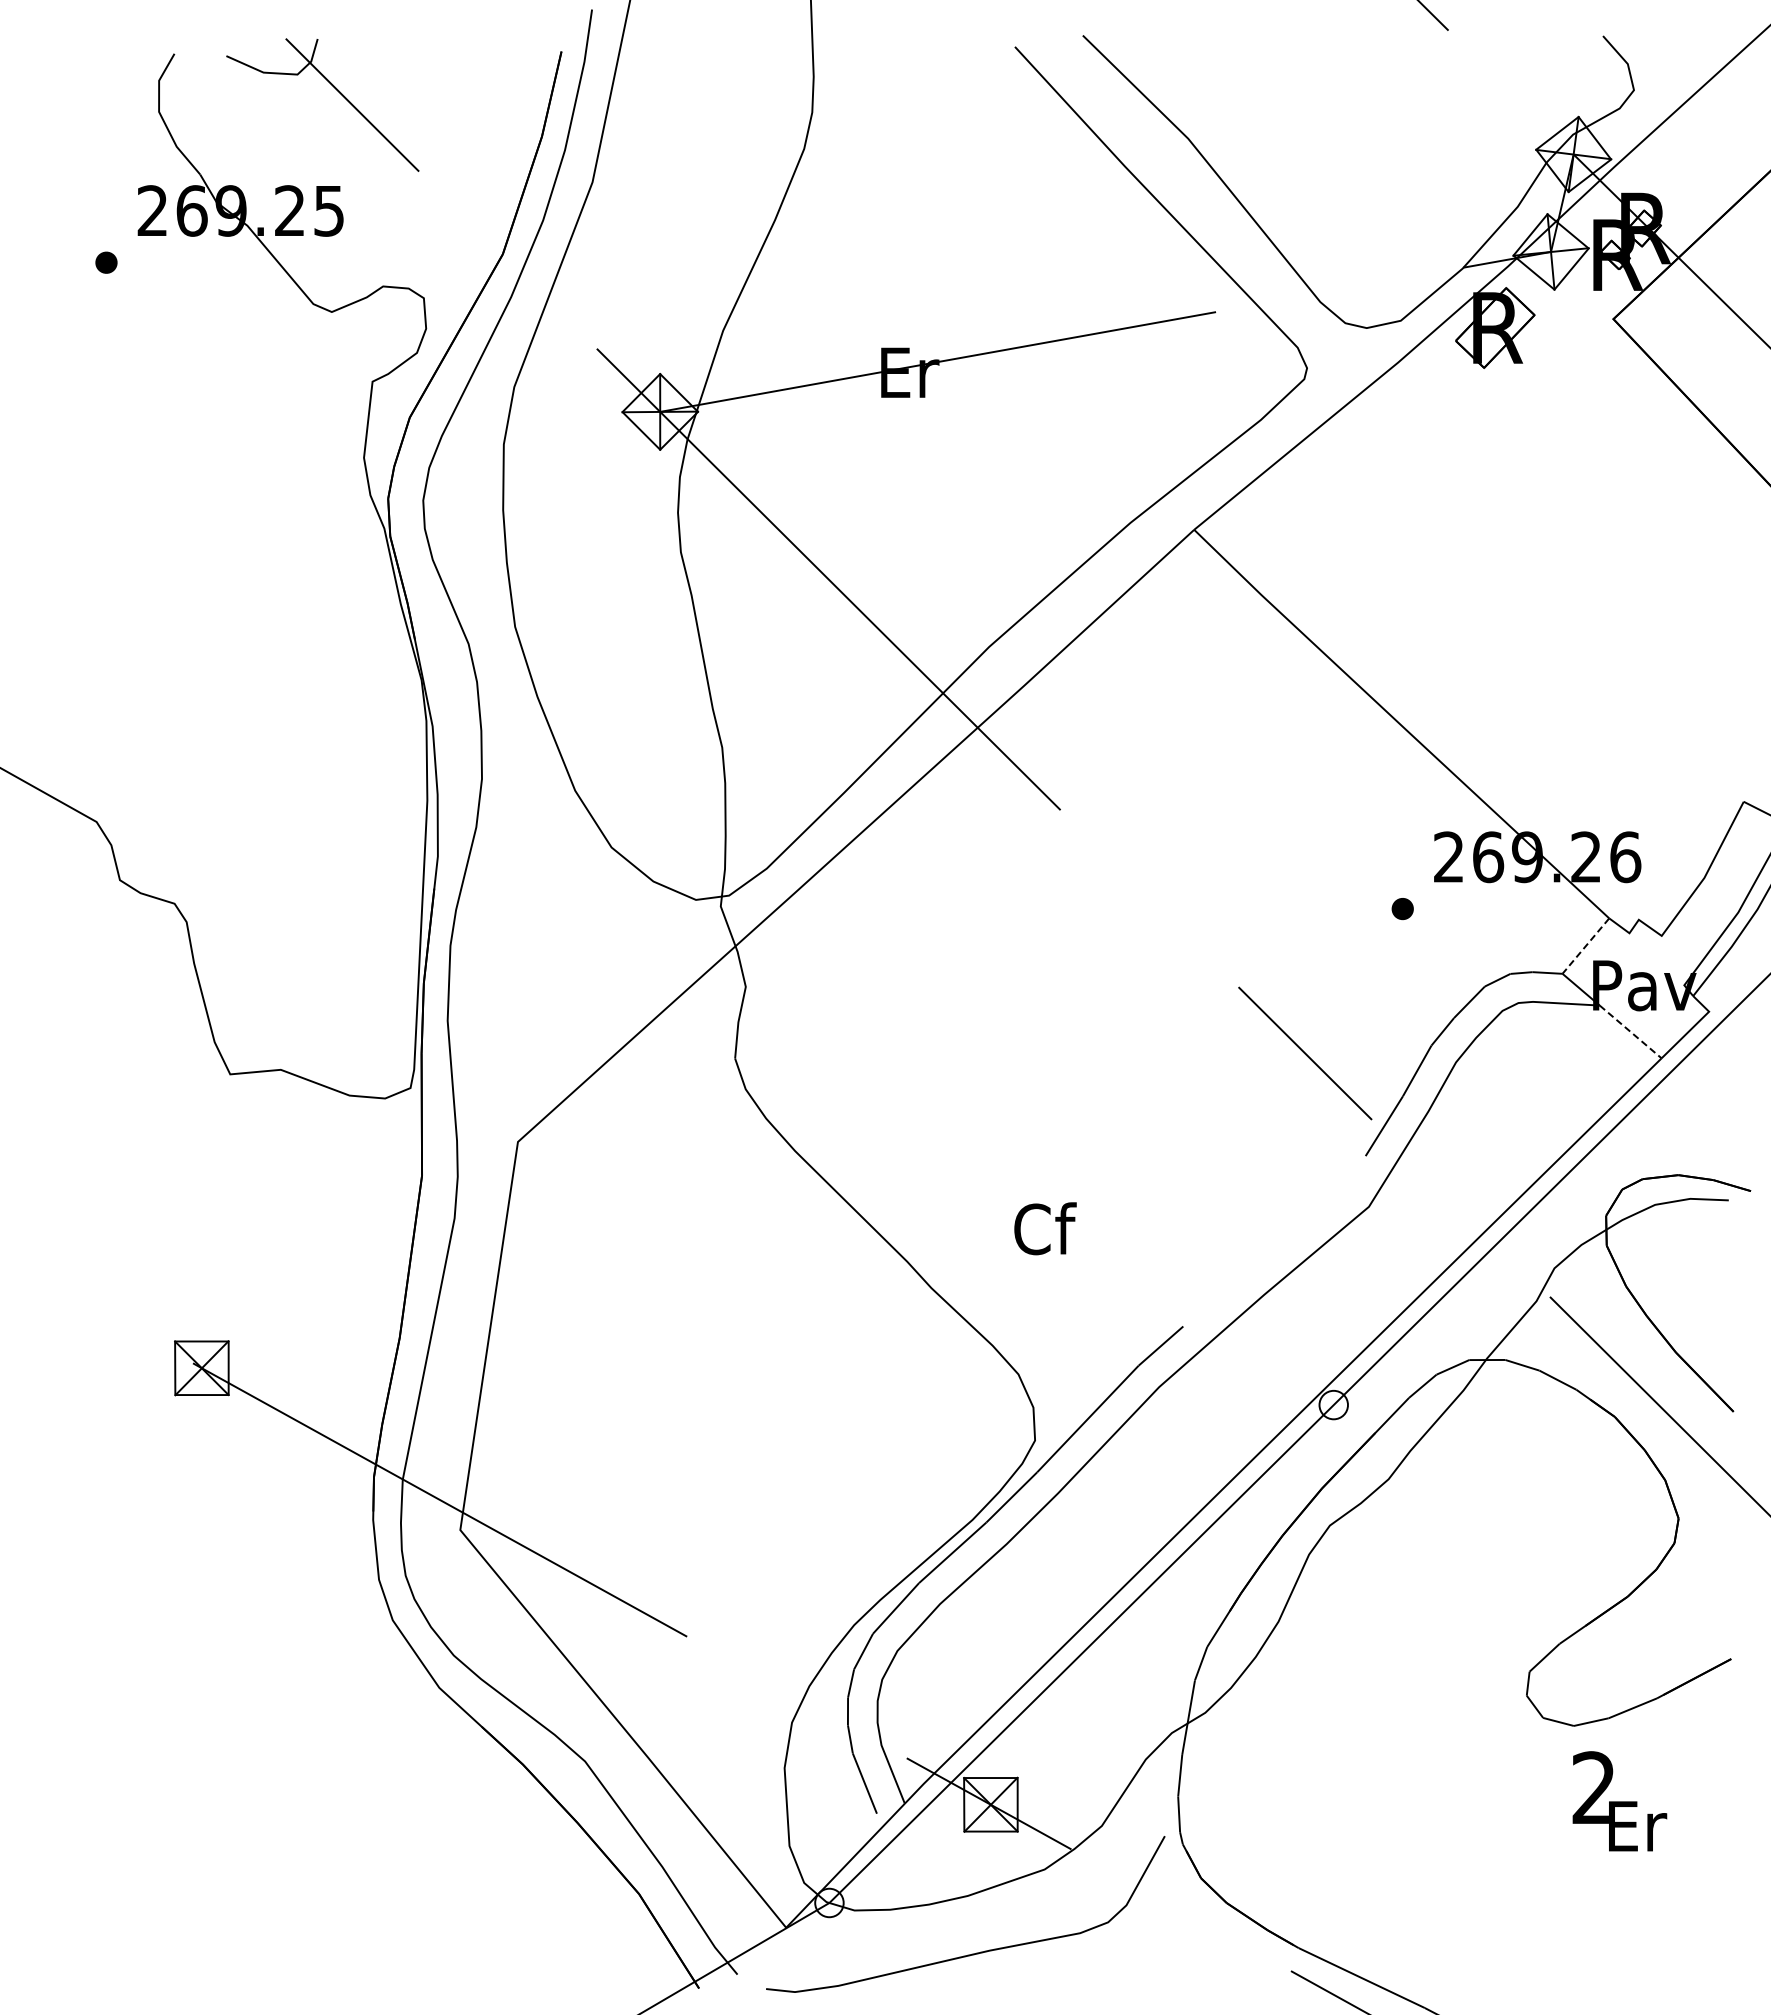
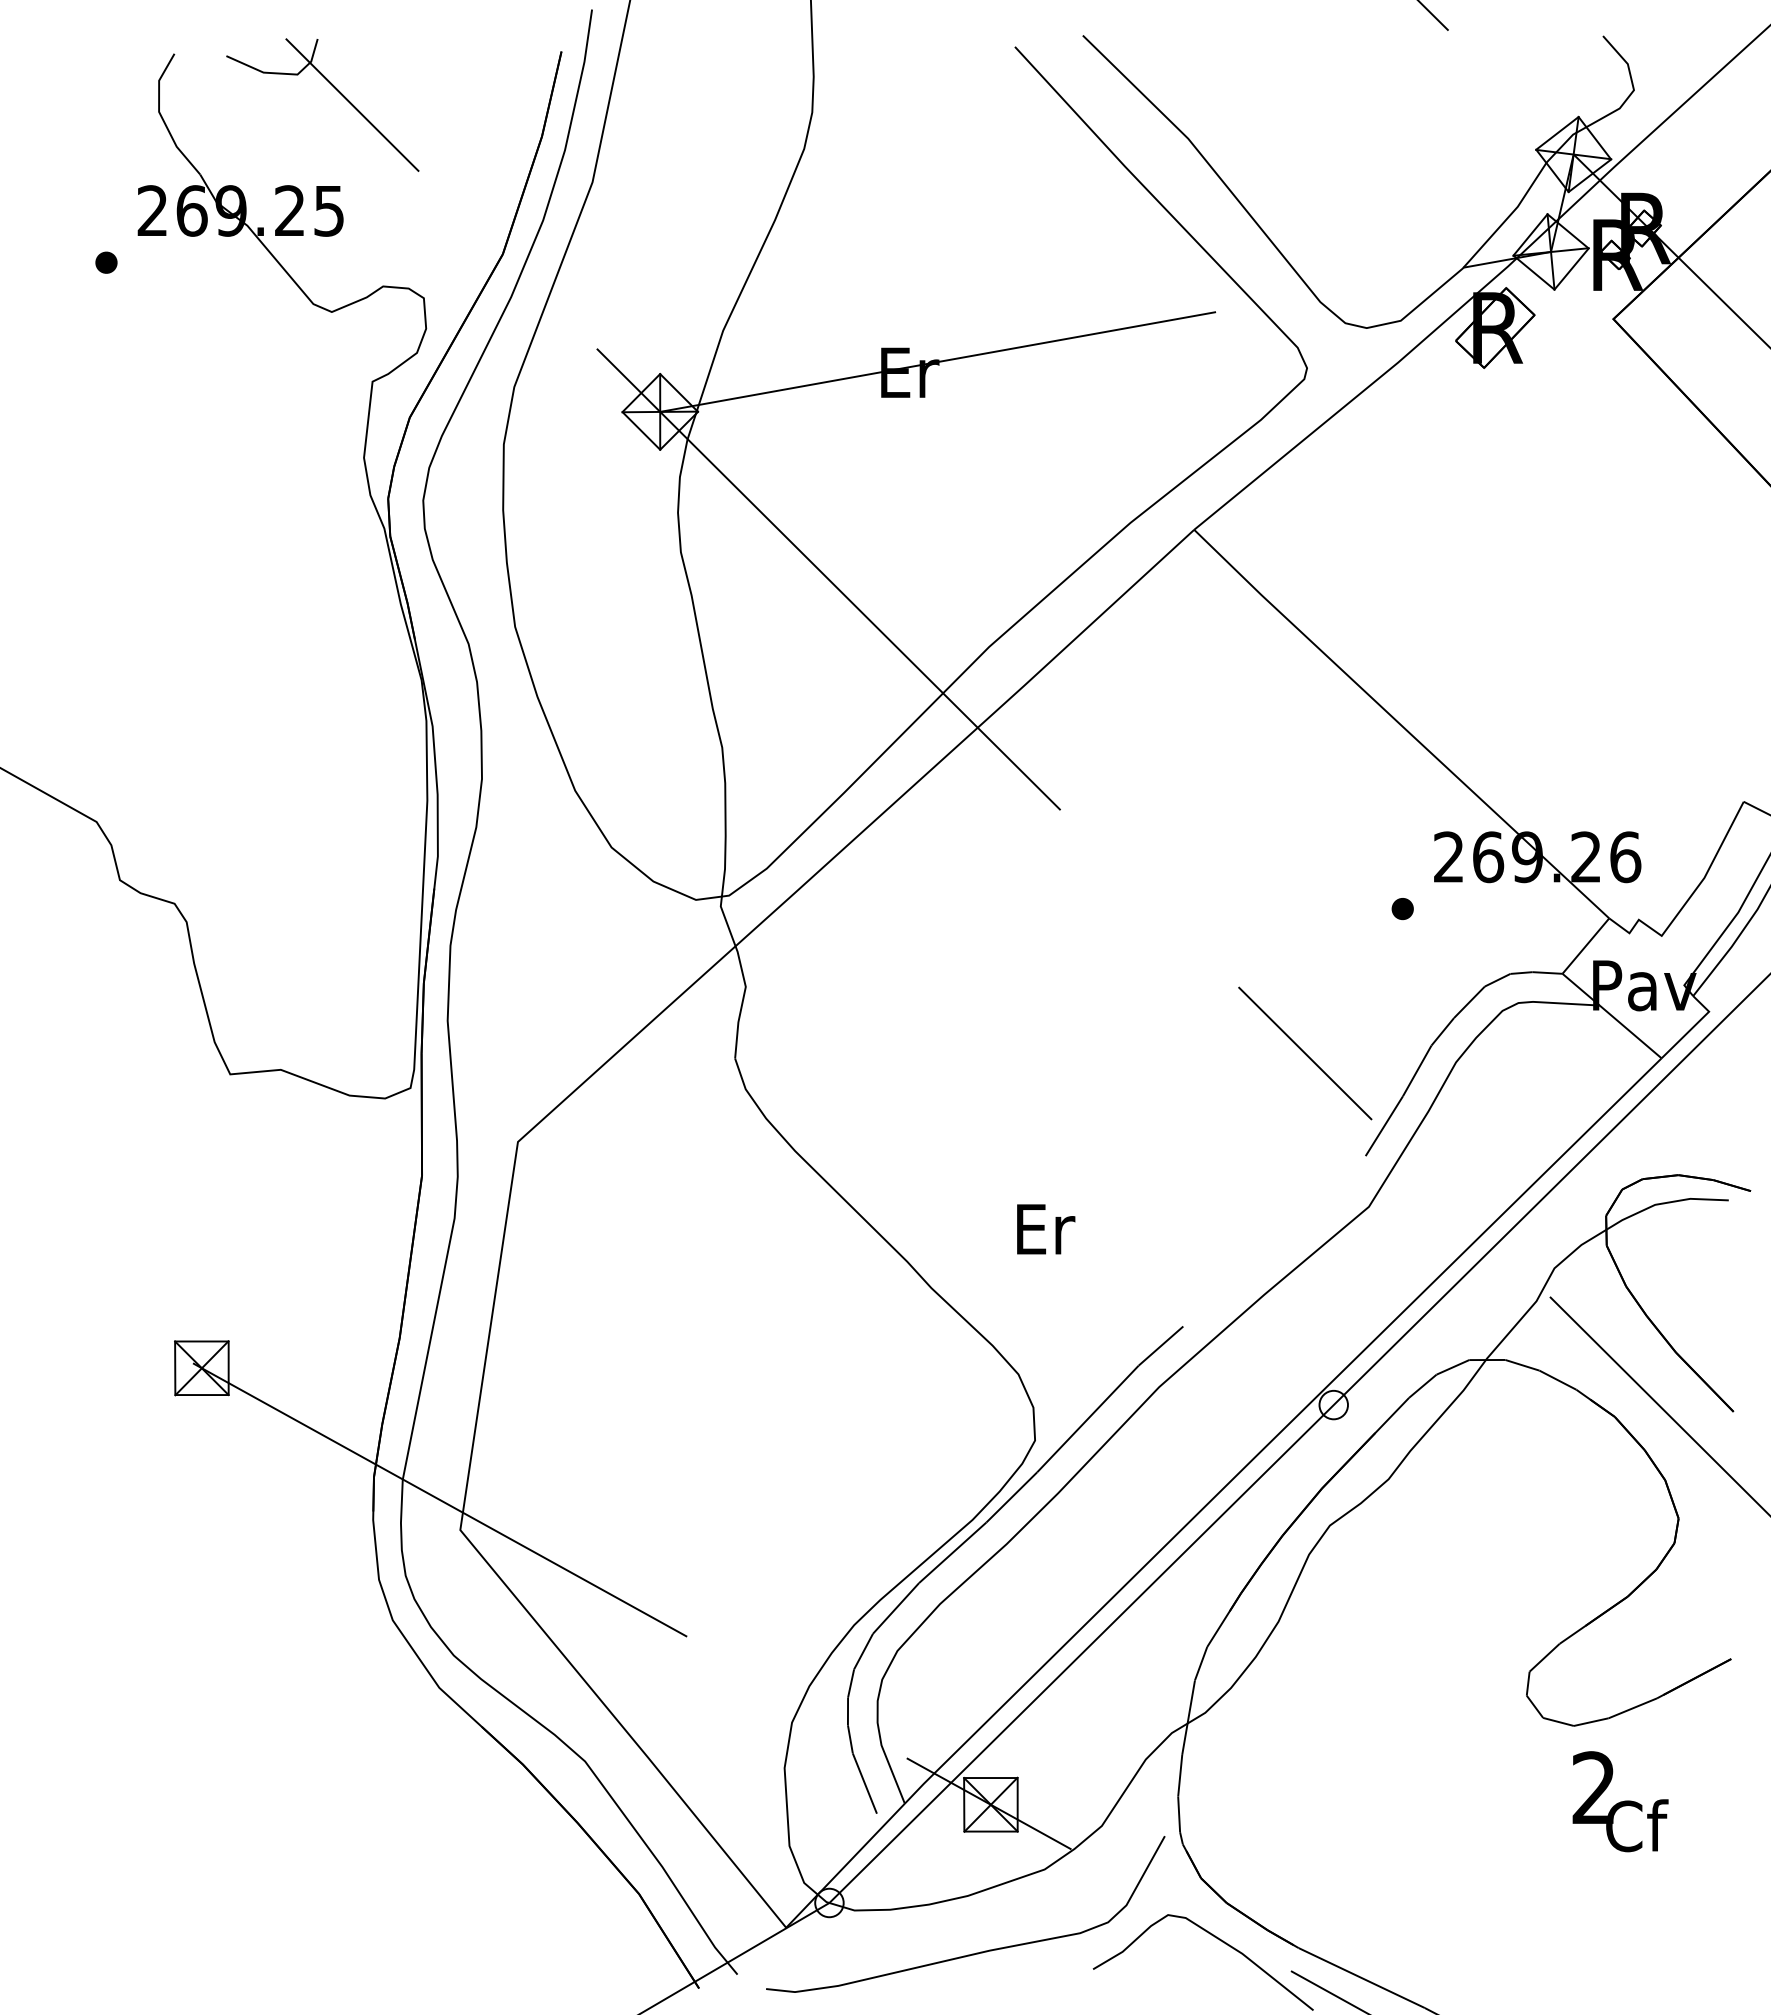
line at (1585, 946): dashed -> solid
line at (1630, 1031): dashed -> solid
text at (1045, 1228): Cf -> Er
text at (1637, 1825): Er -> Cf
curve at (1217, 1939): none -> present
